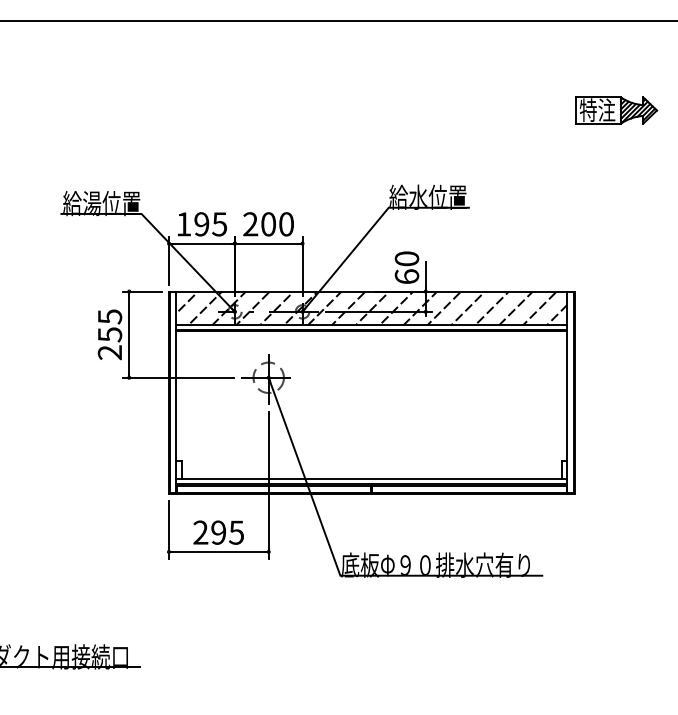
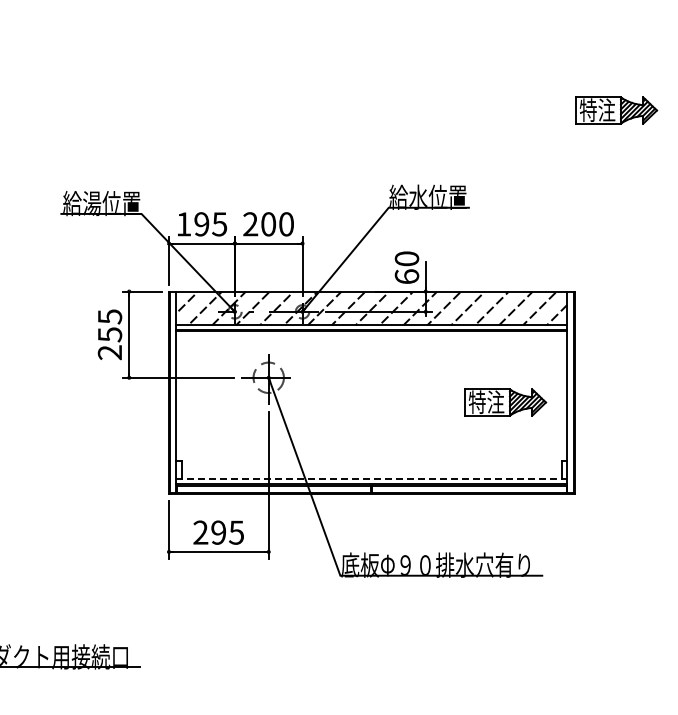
line at (338, 21): present -> none
part at (505, 402): none -> present
line at (372, 479): solid -> dashed
